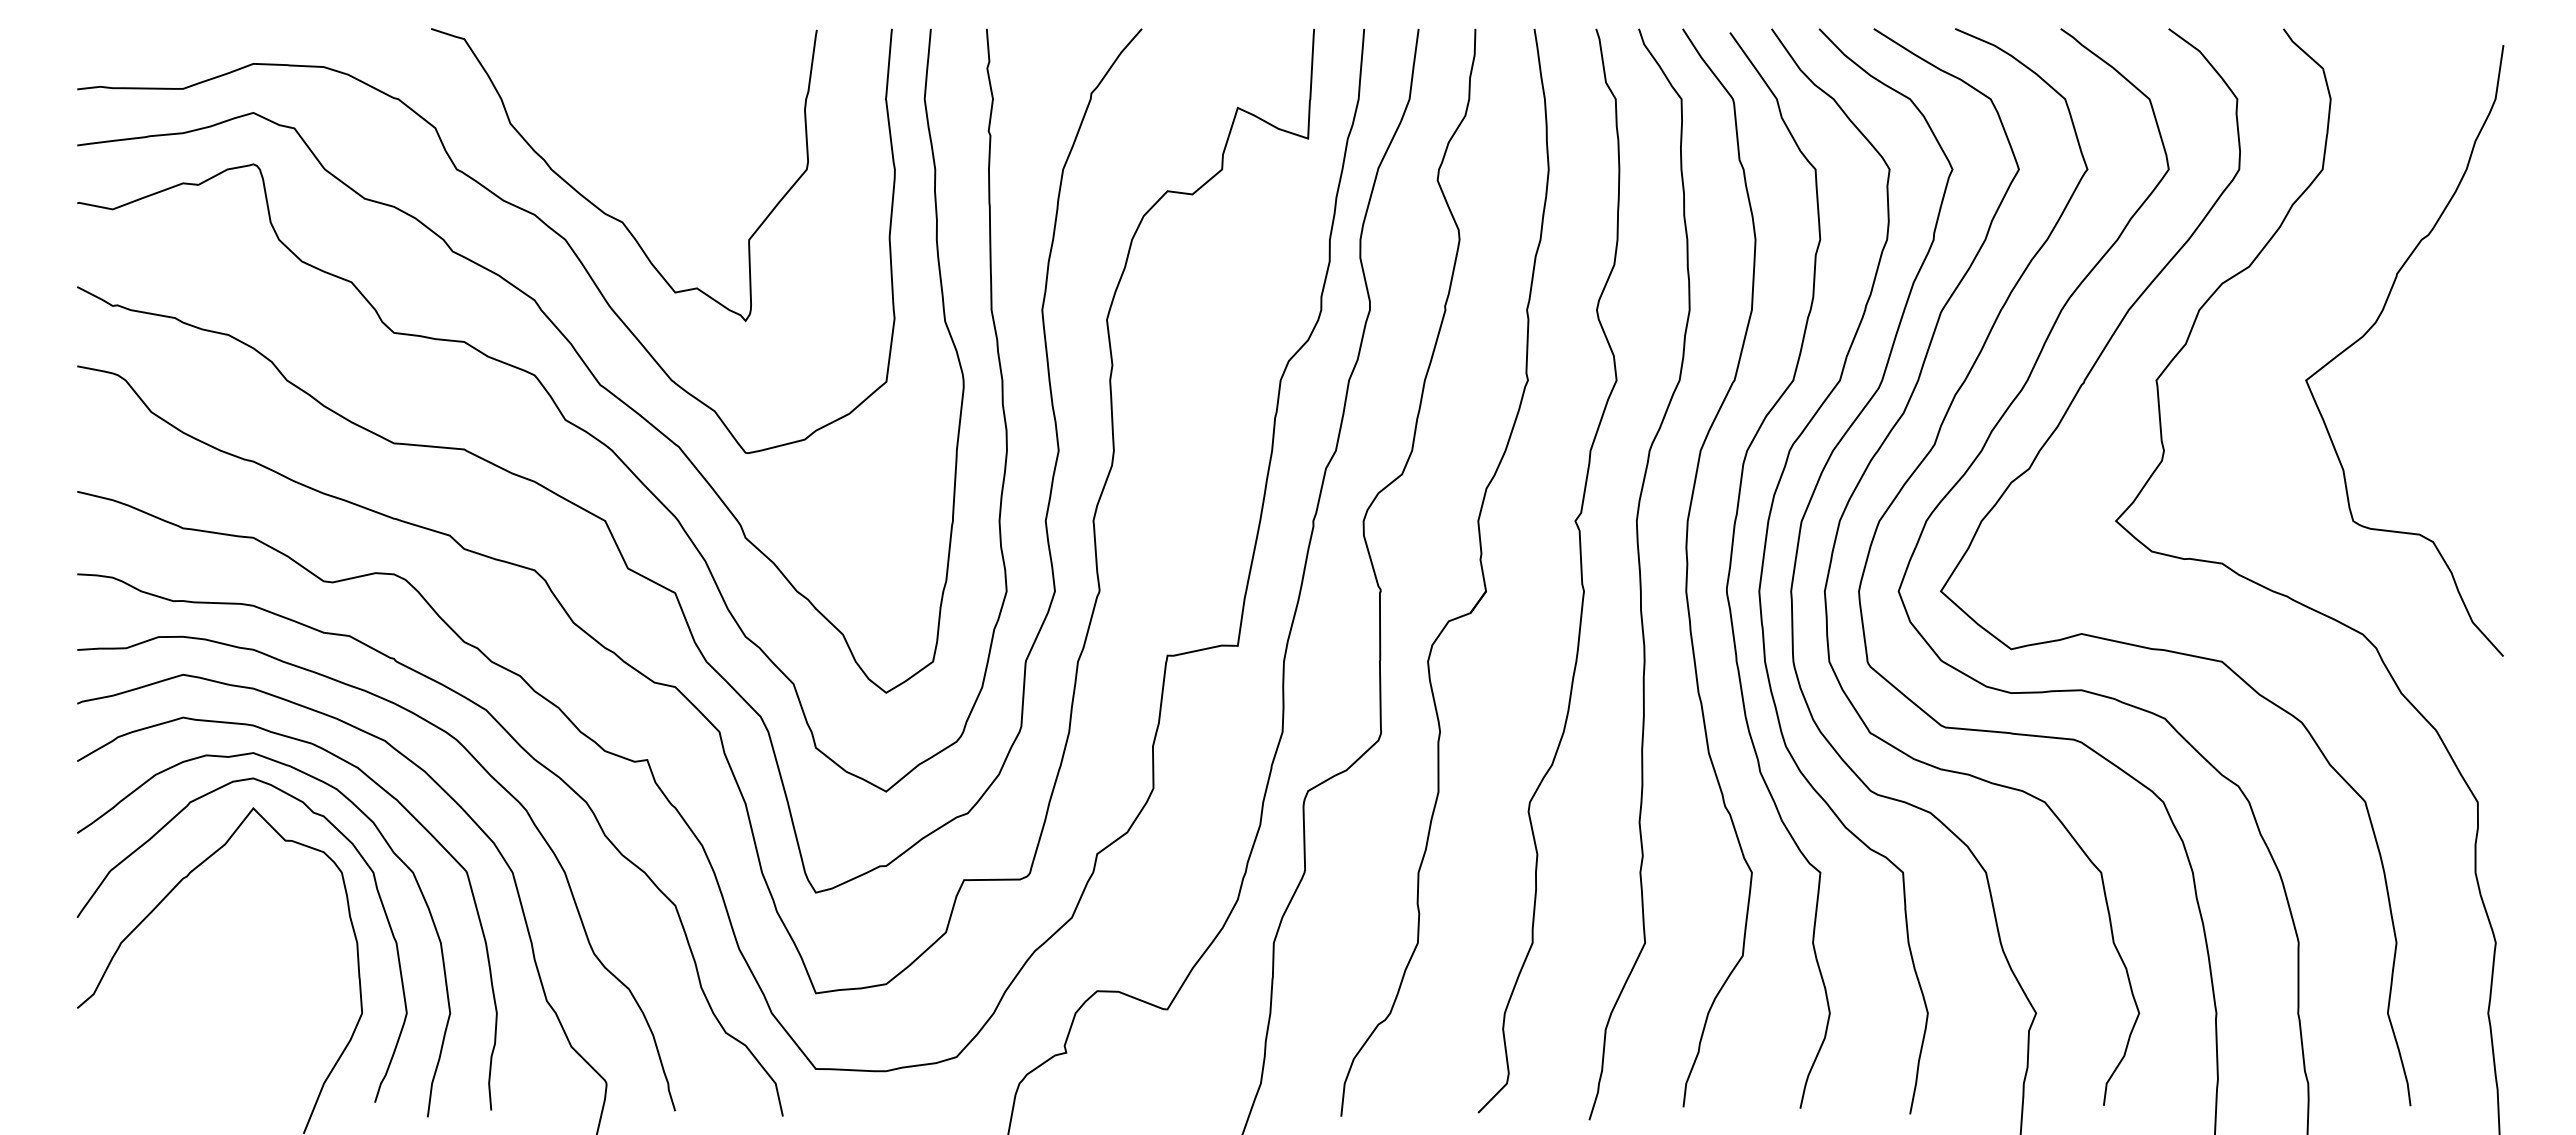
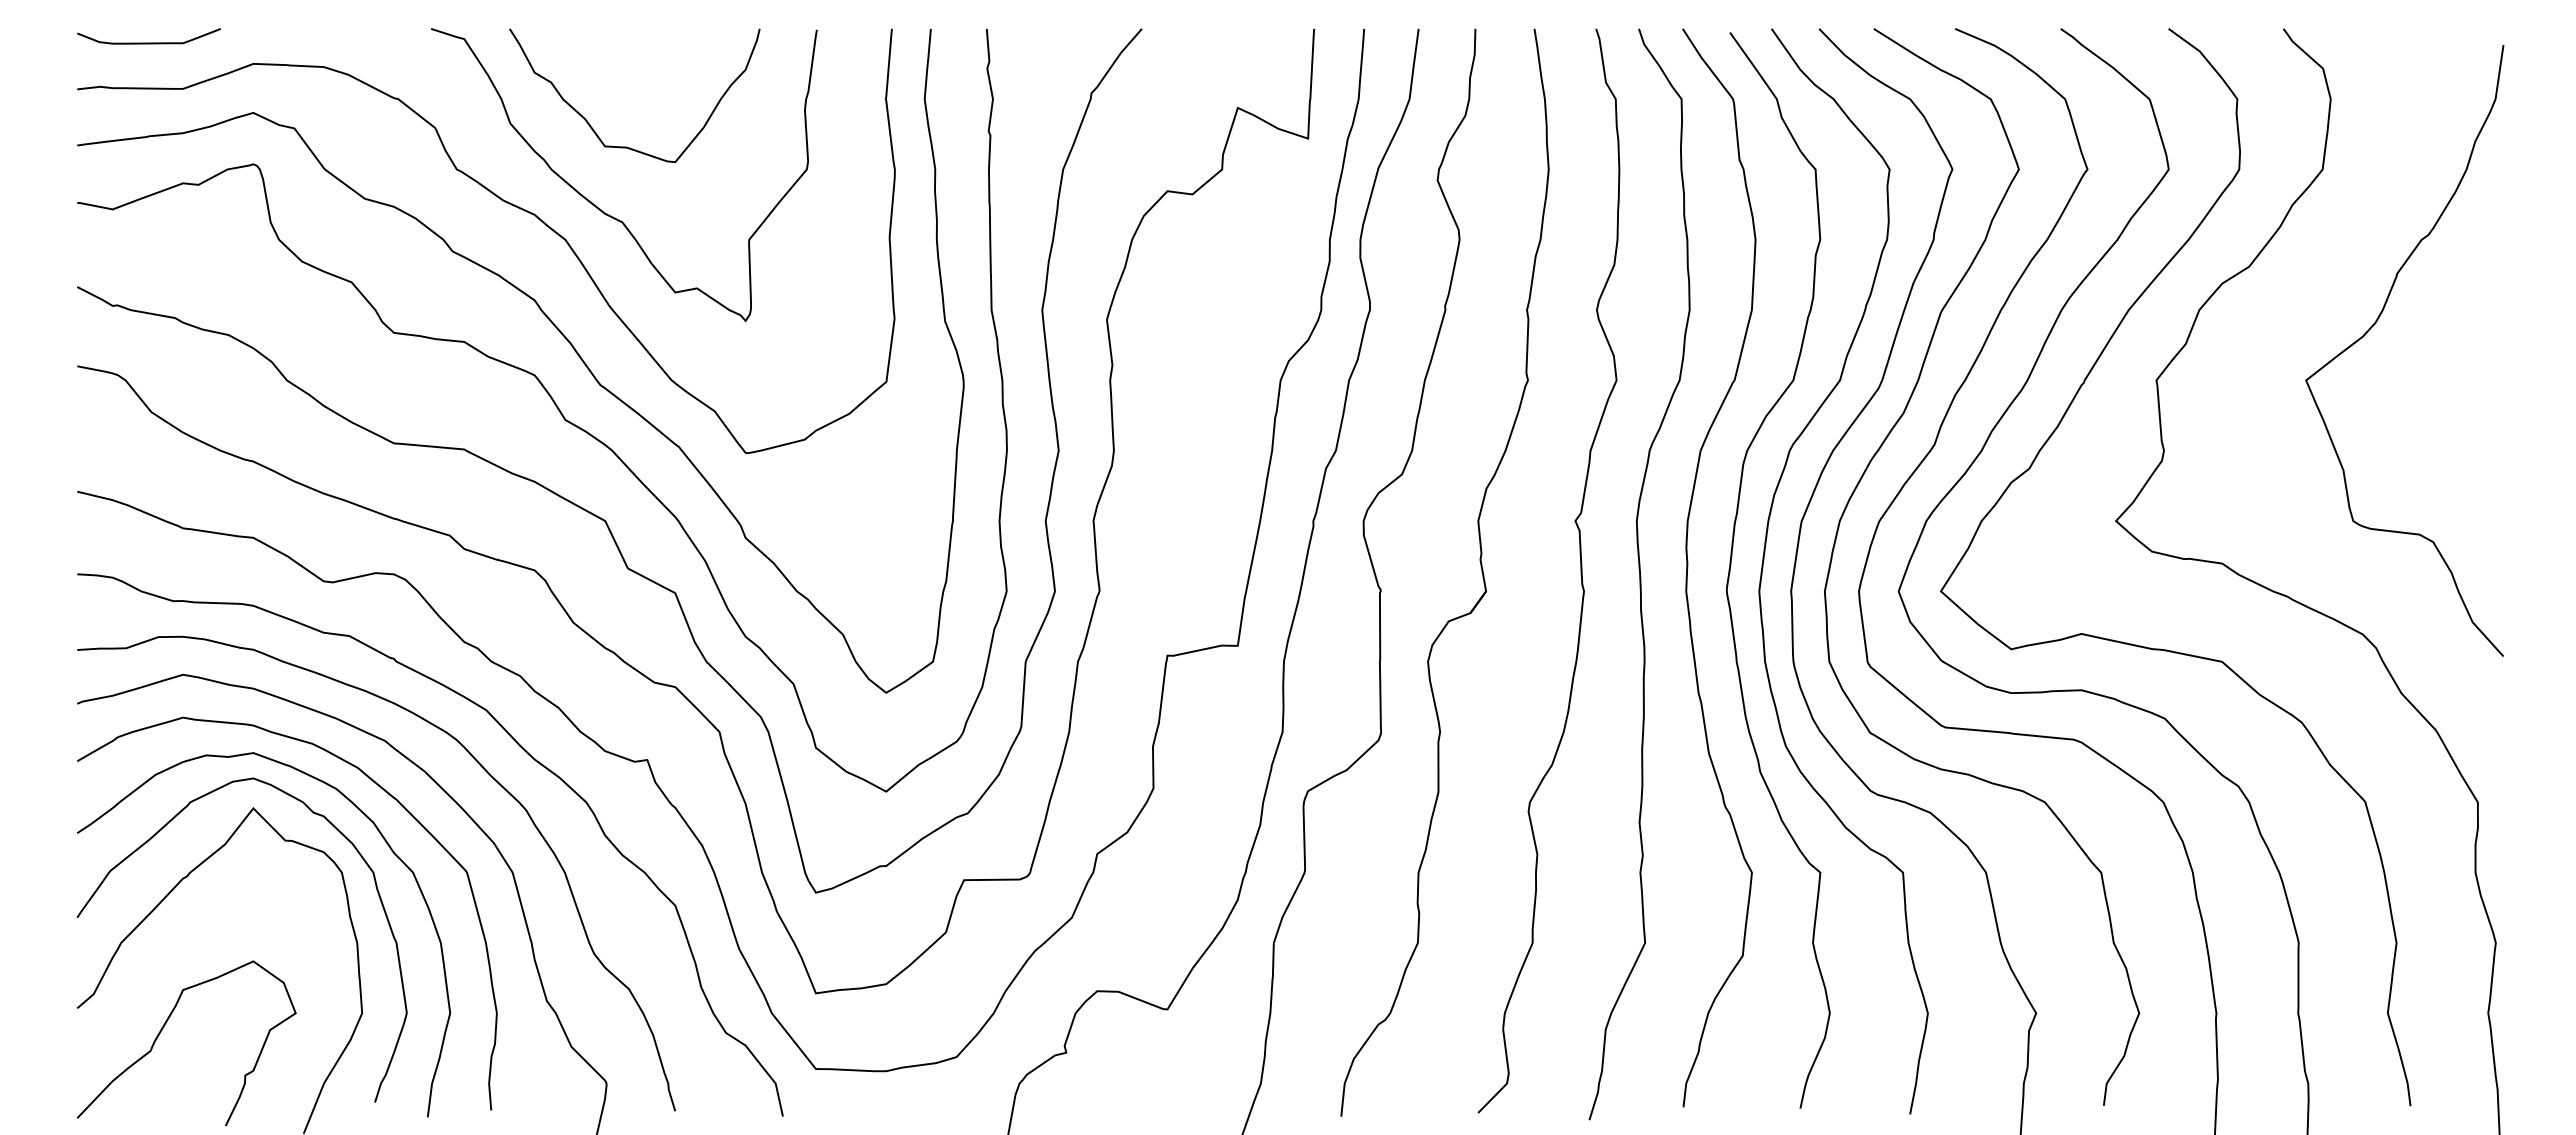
curve at (148, 42): none -> present
curve at (627, 146): none -> present
curve at (162, 1030): none -> present
